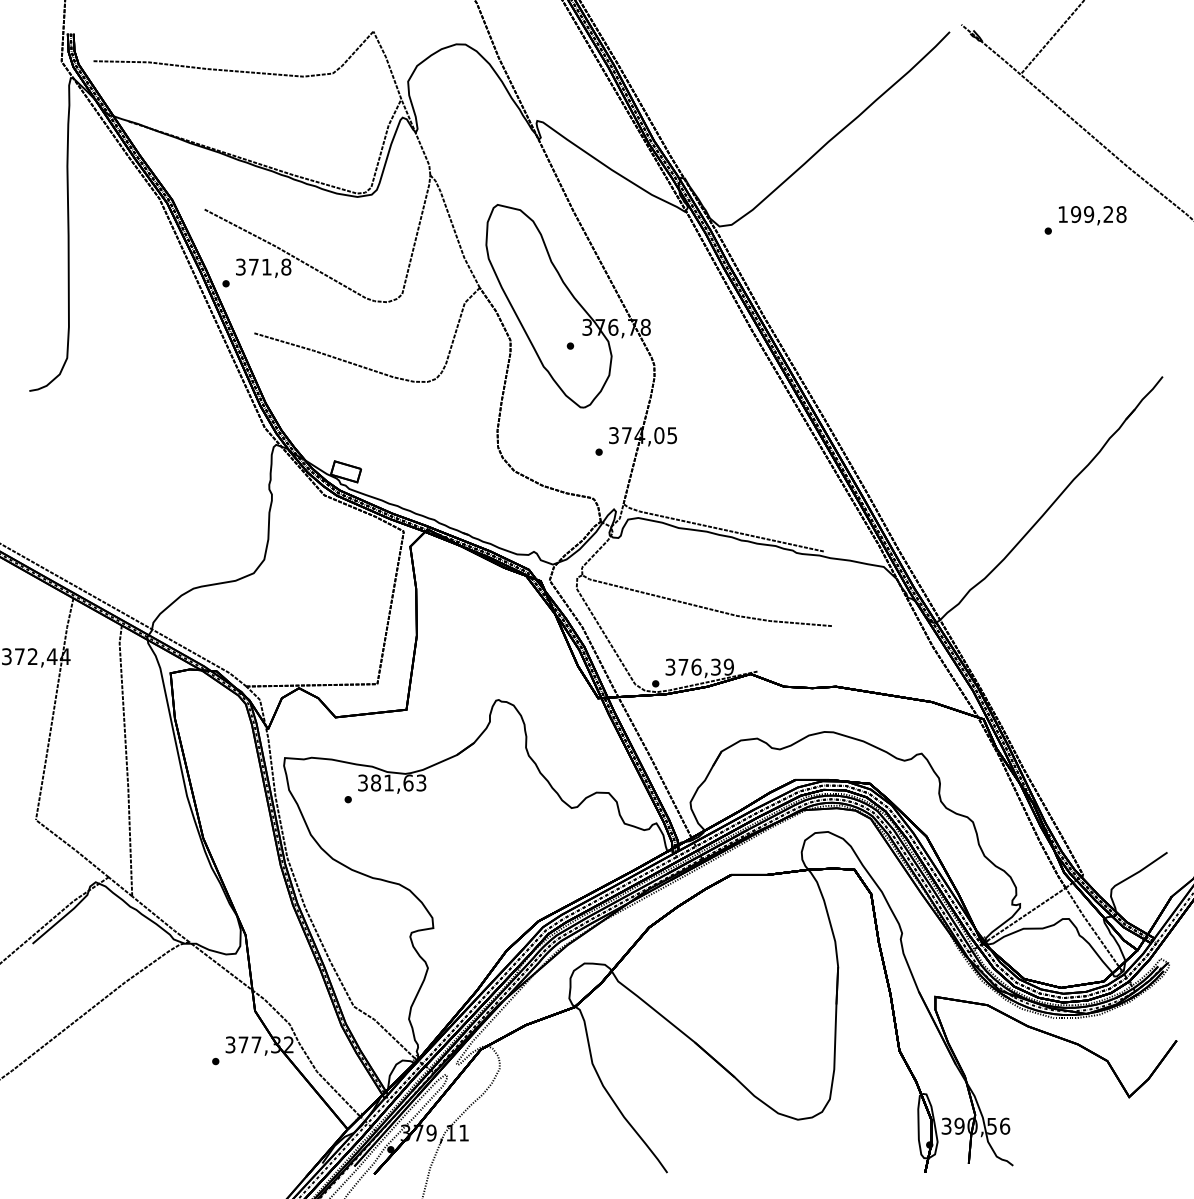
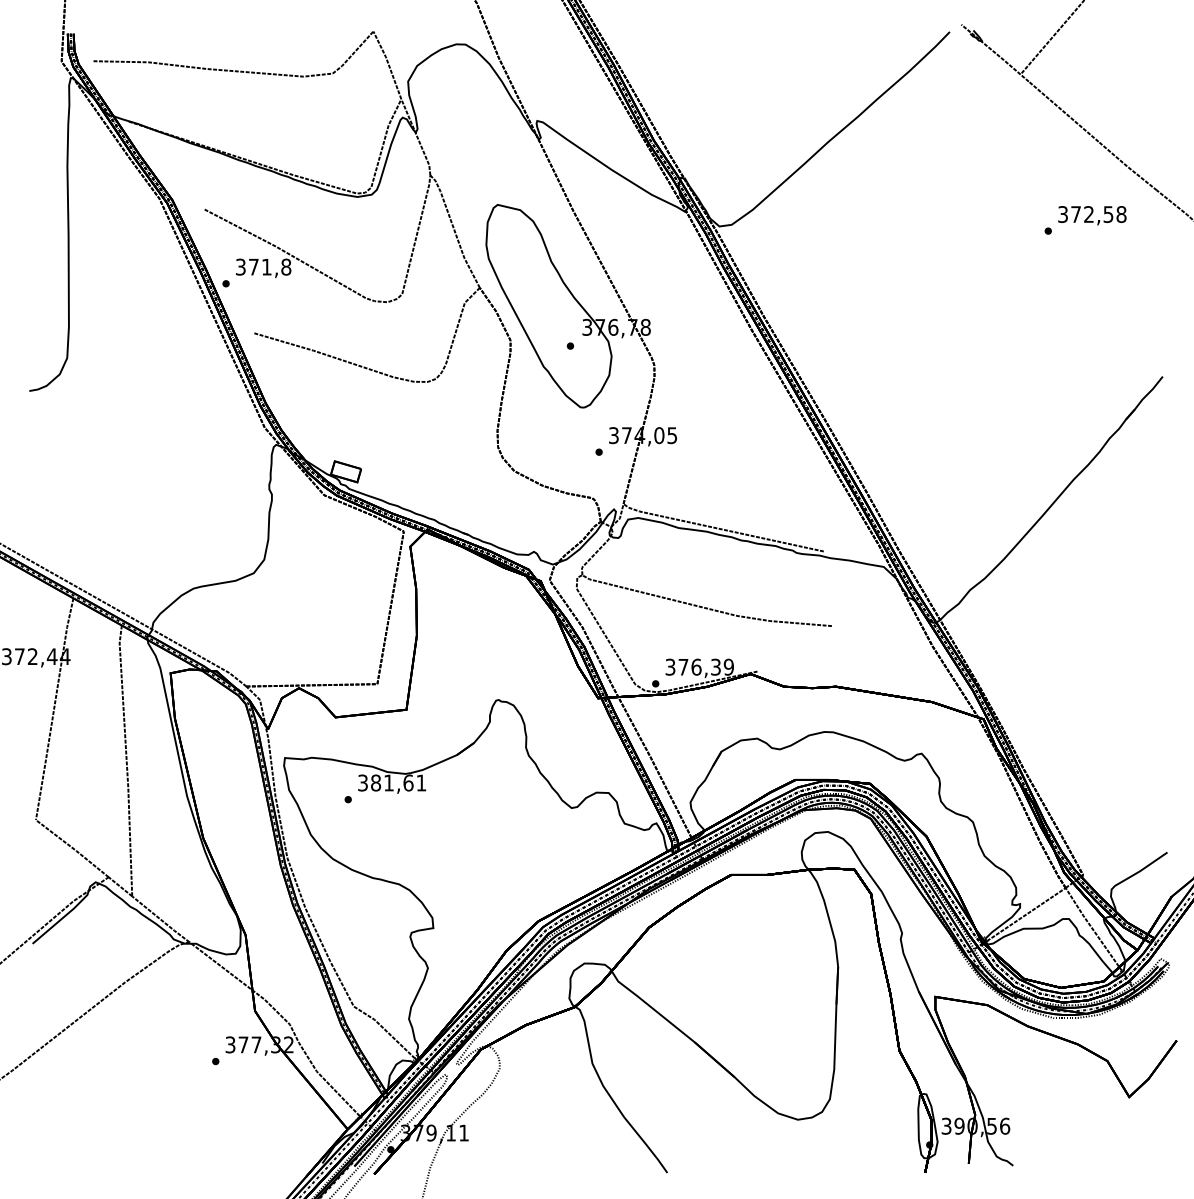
text at (1085, 214): 199,28 -> 372,58
text at (421, 782): 381,63 -> 381,61
